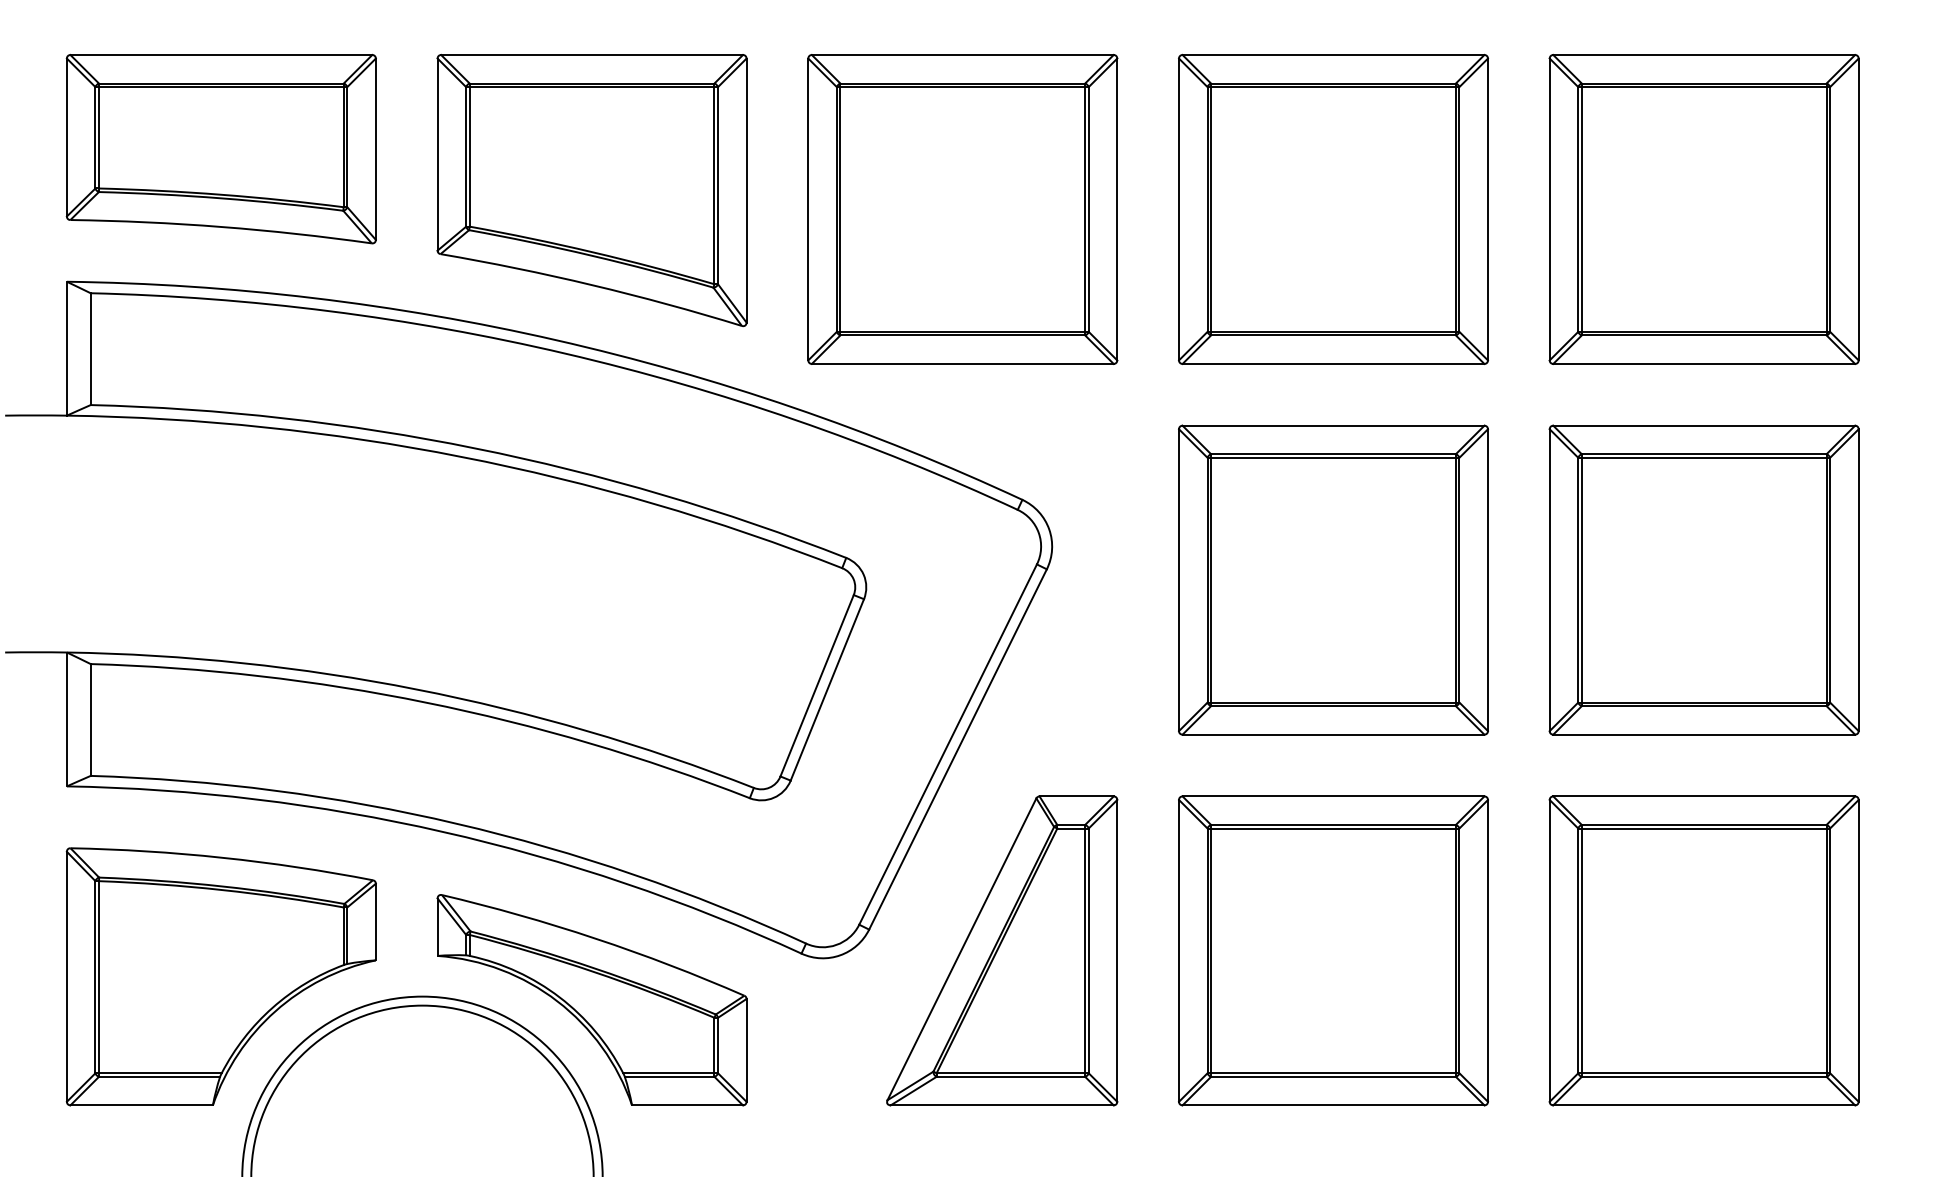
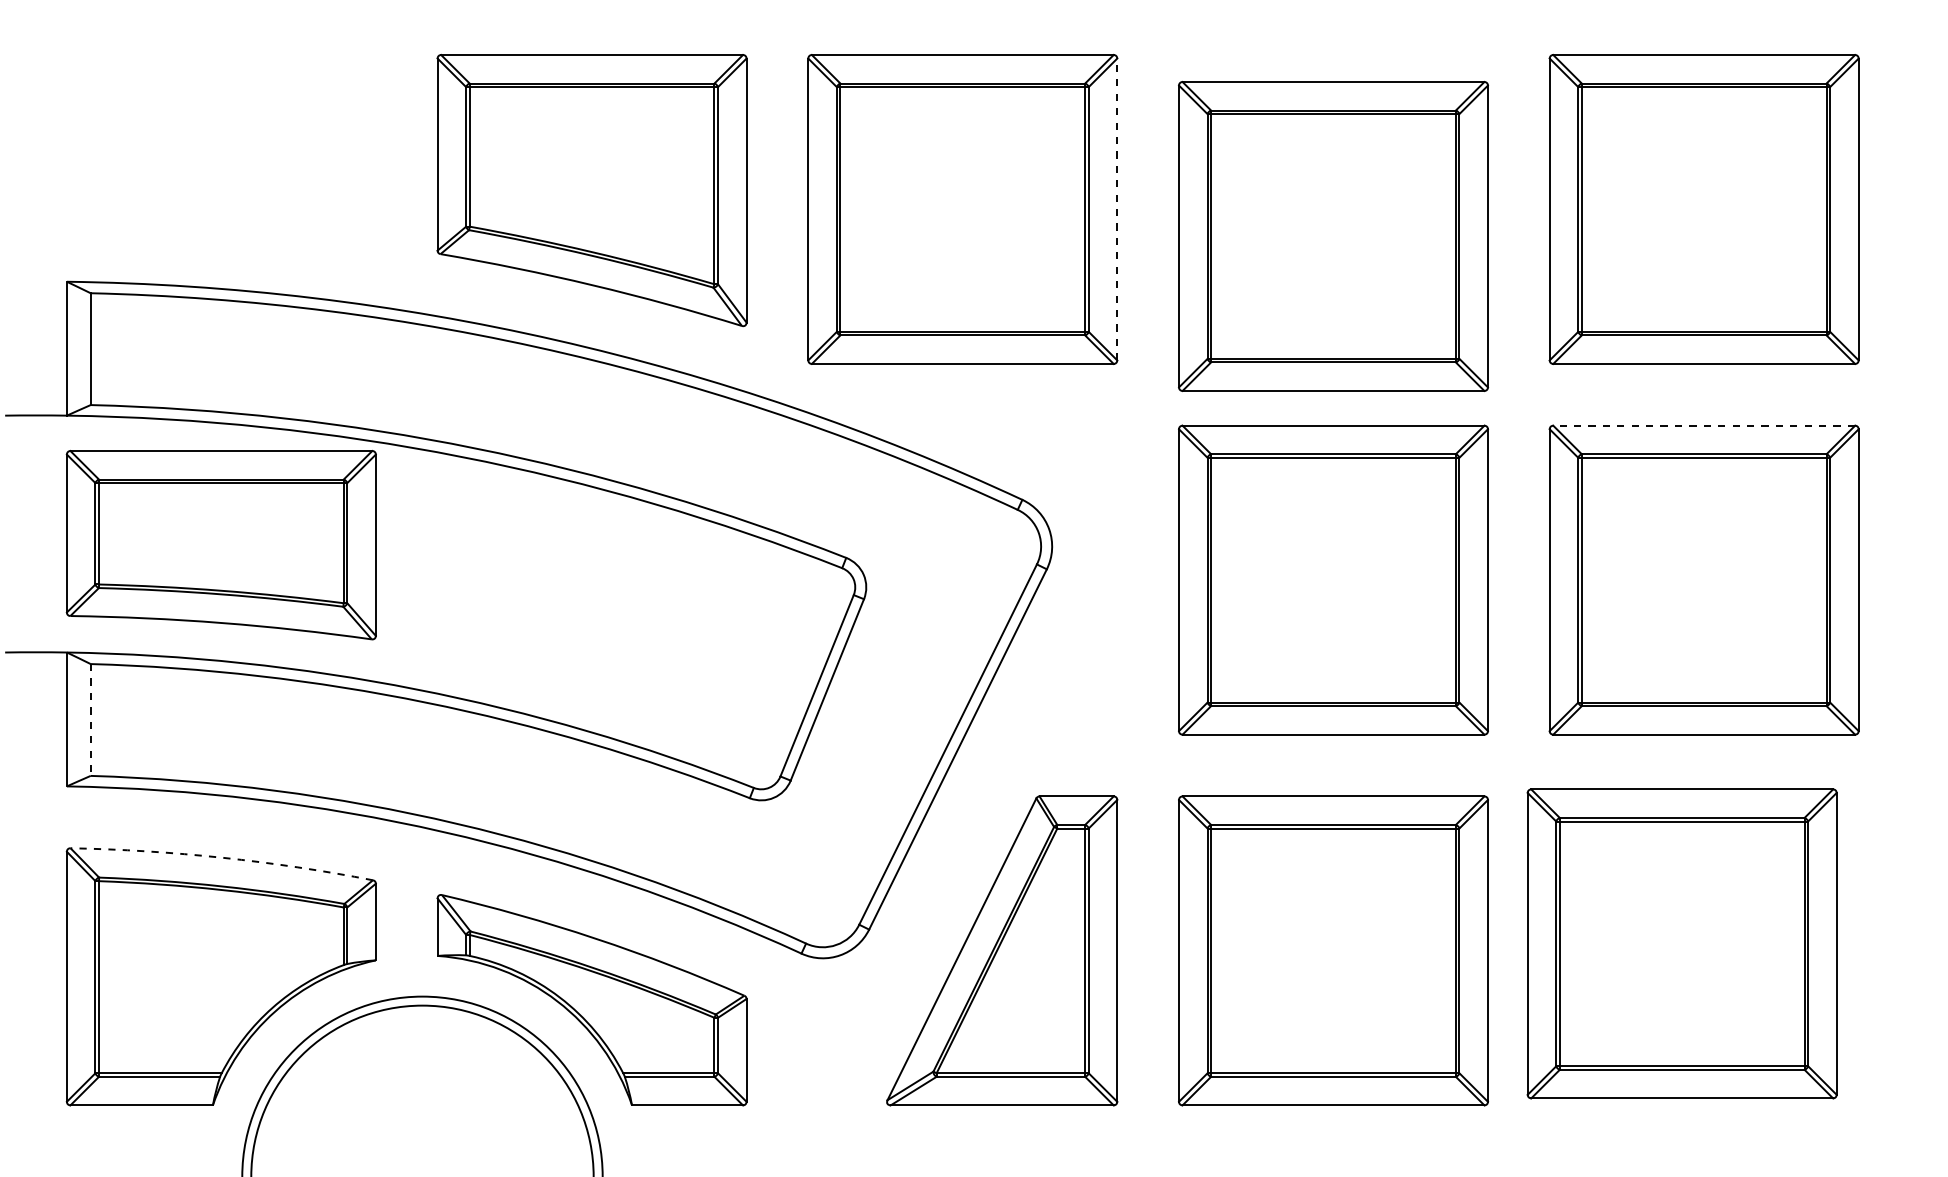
part at (220, 149) position: (220, 149) -> (220, 545)
line at (1117, 209): solid -> dashed
part at (1333, 209) position: (1333, 209) -> (1333, 236)
line at (1704, 425): solid -> dashed
line at (90, 719): solid -> dashed
arc at (222, 857): solid -> dashed
part at (1703, 950) position: (1703, 950) -> (1681, 943)
